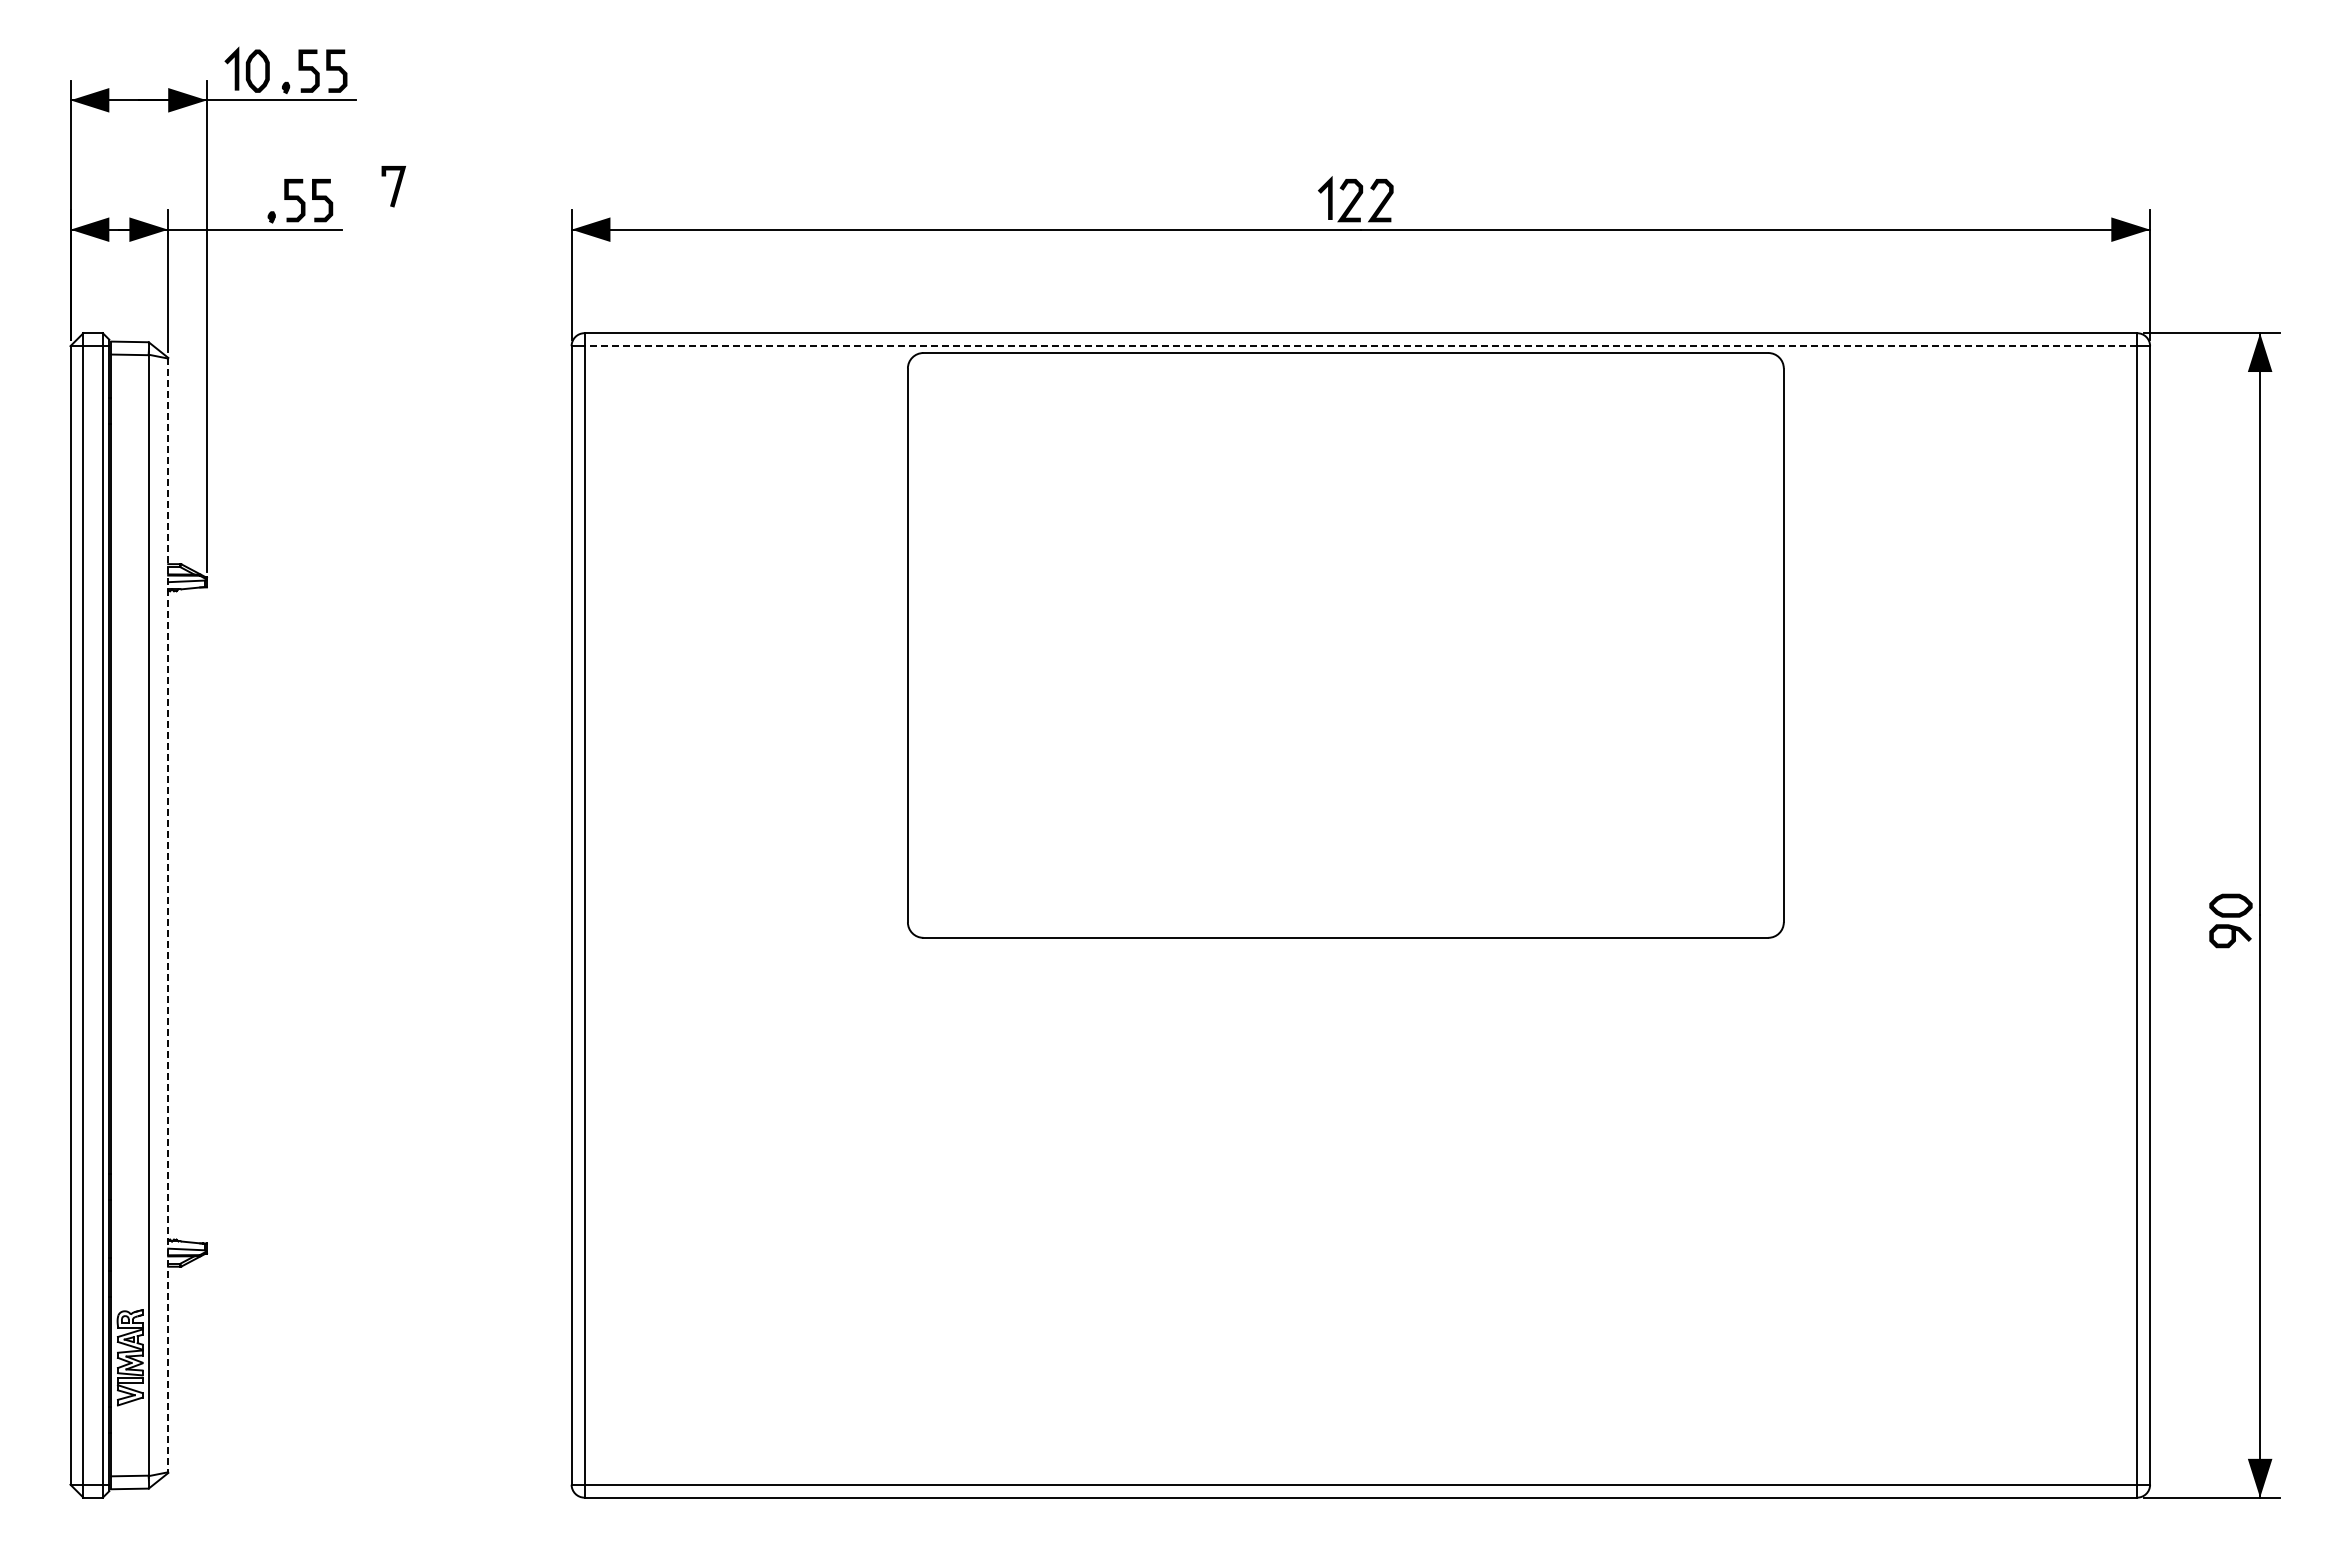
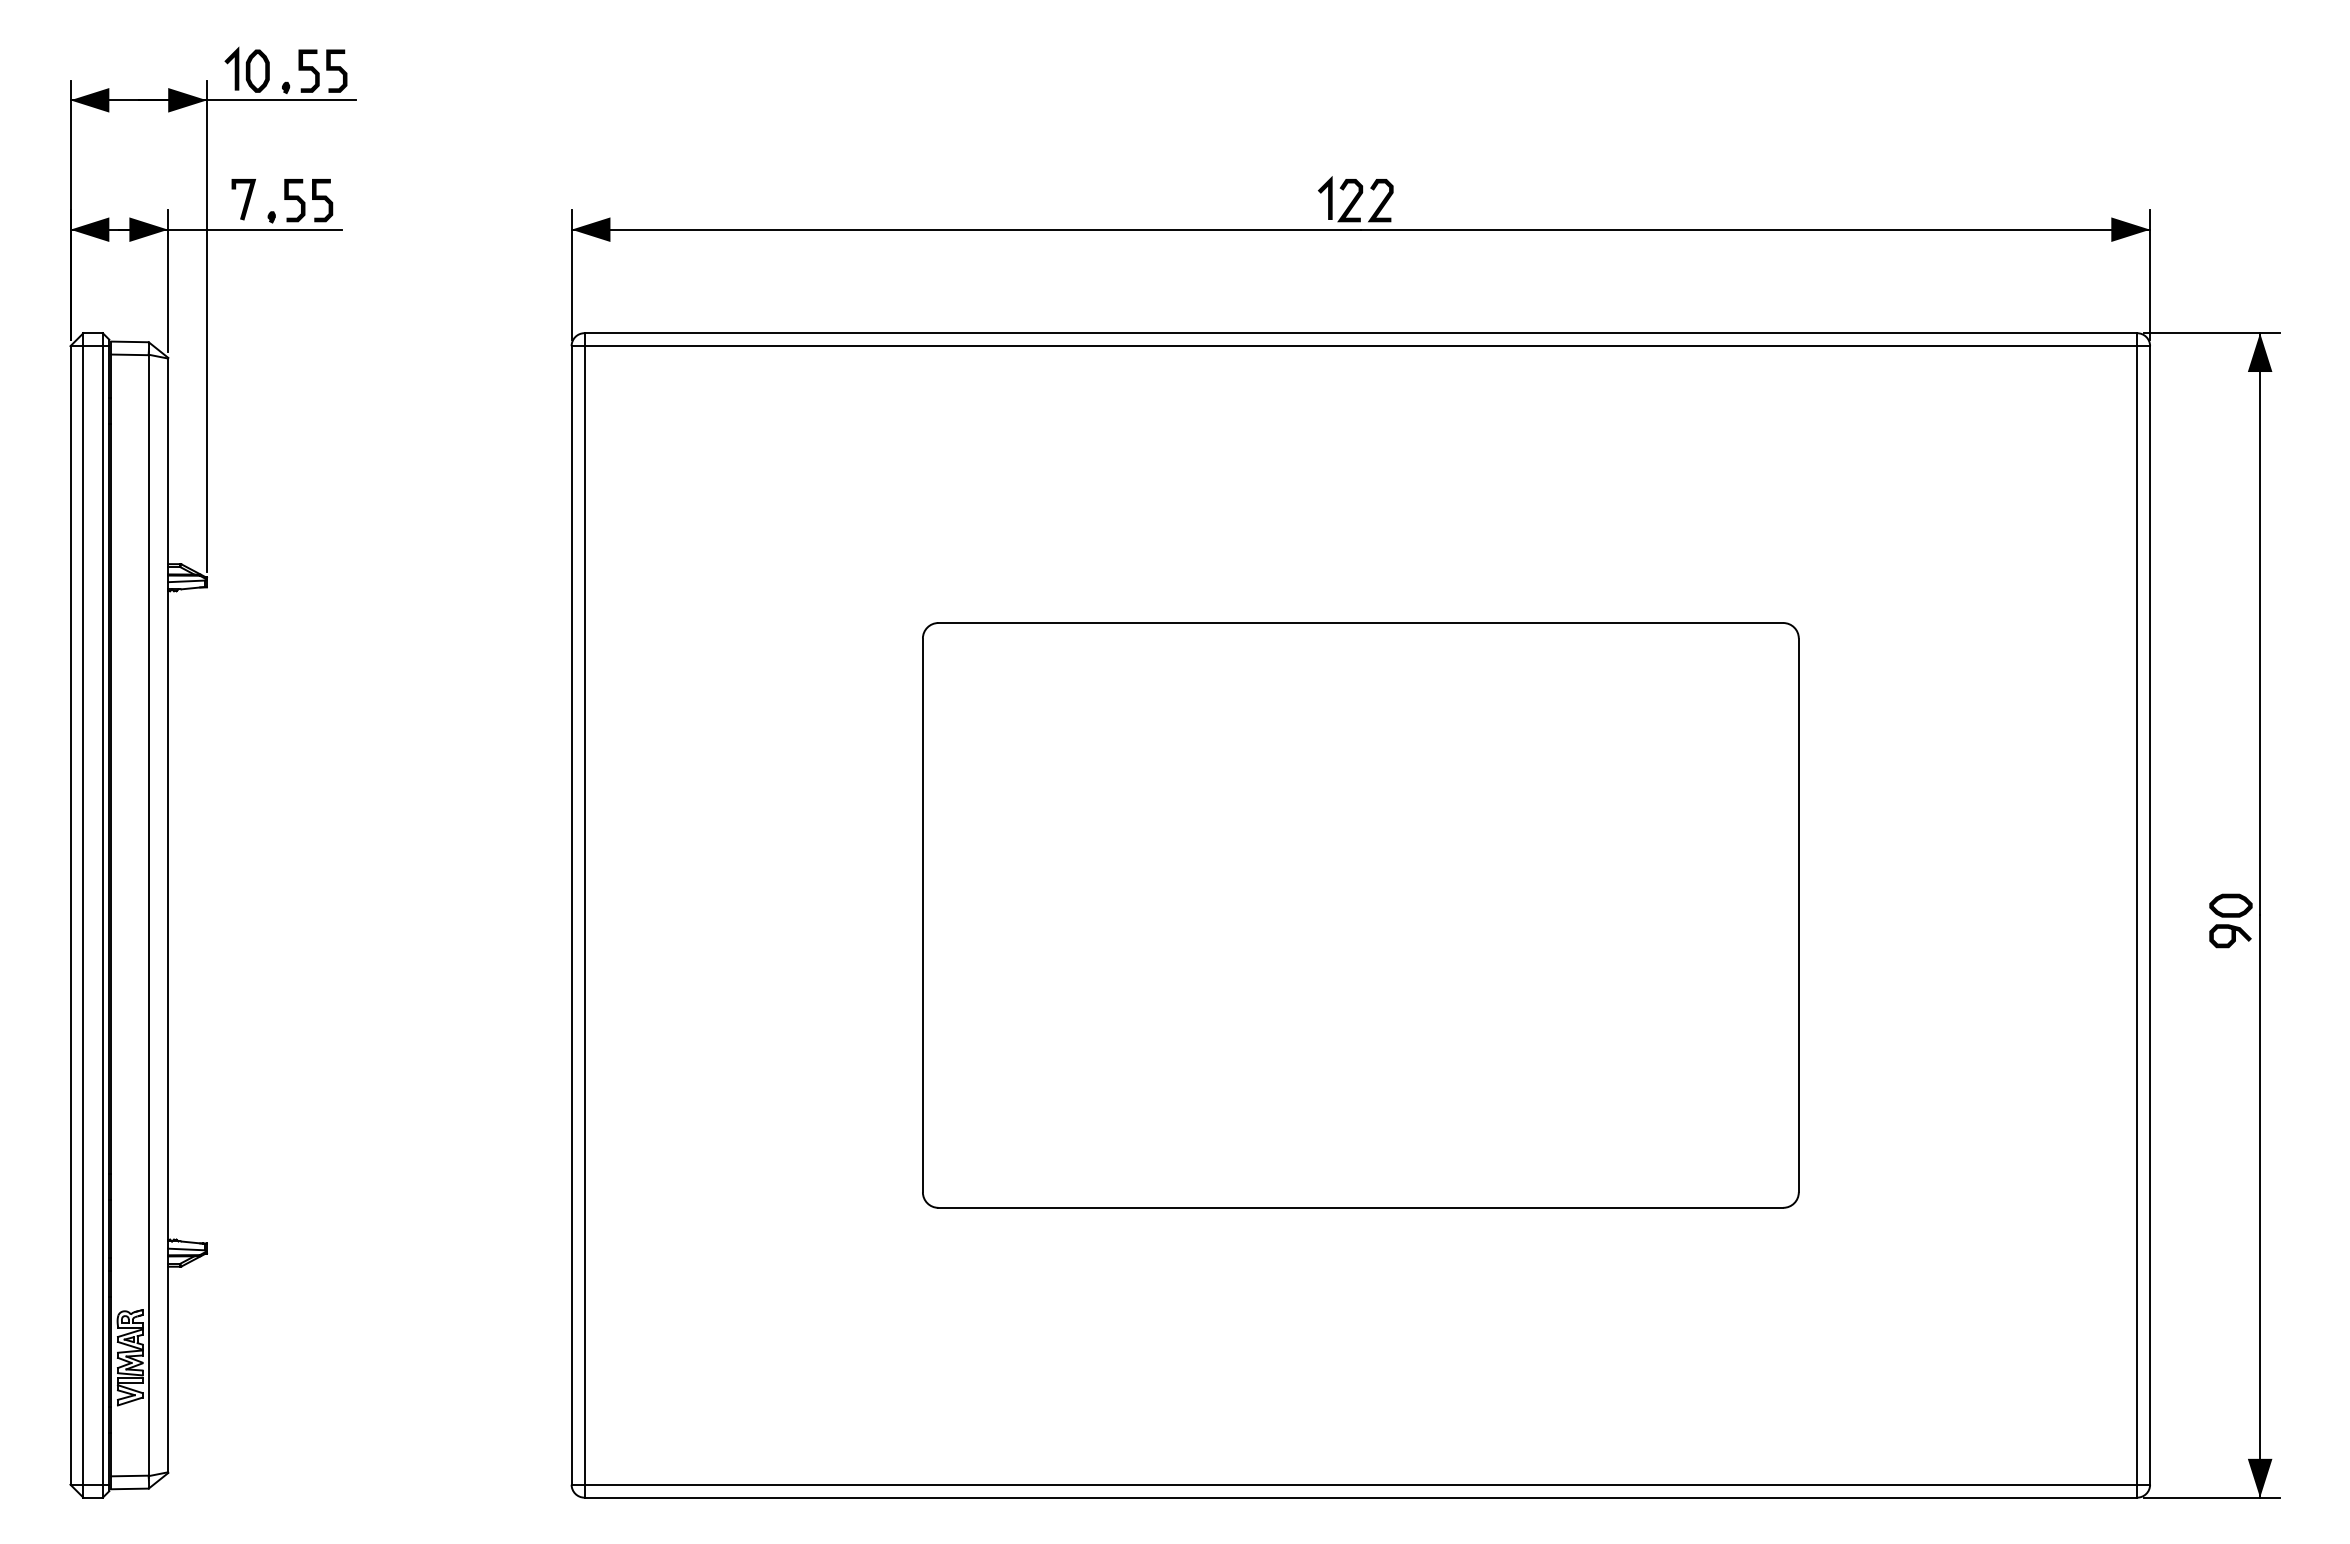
line at (395, 186) position: (395, 186) -> (245, 199)
line at (1360, 346): dashed -> solid
part at (1345, 645) position: (1345, 645) -> (1360, 915)
line at (168, 915): dashed -> solid
